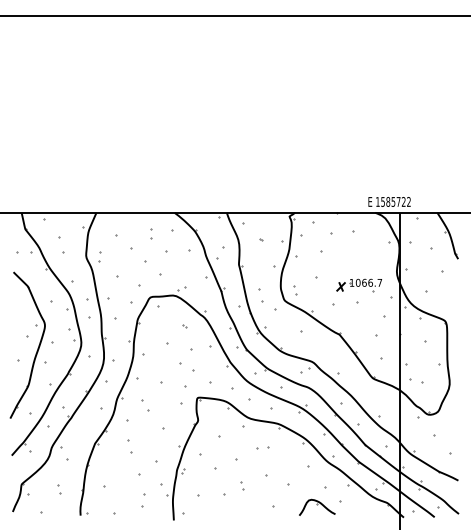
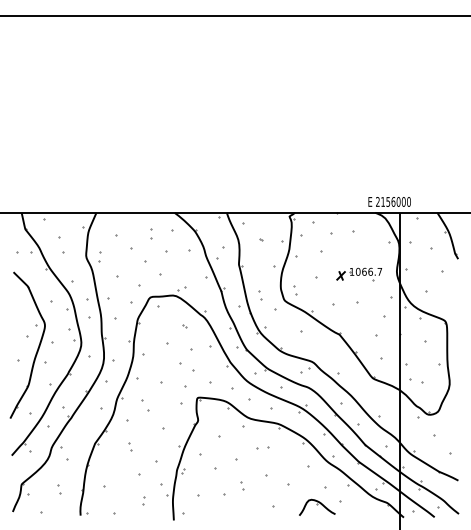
text at (393, 201): 1585722 -> 2156000
part at (358, 285) position: (358, 285) -> (358, 274)
part at (260, 295) size: 6x15 px -> 5x11 px
part at (129, 446) size: 6x15 px -> 5x10 px
part at (143, 500) size: 5x15 px -> 4x10 px
